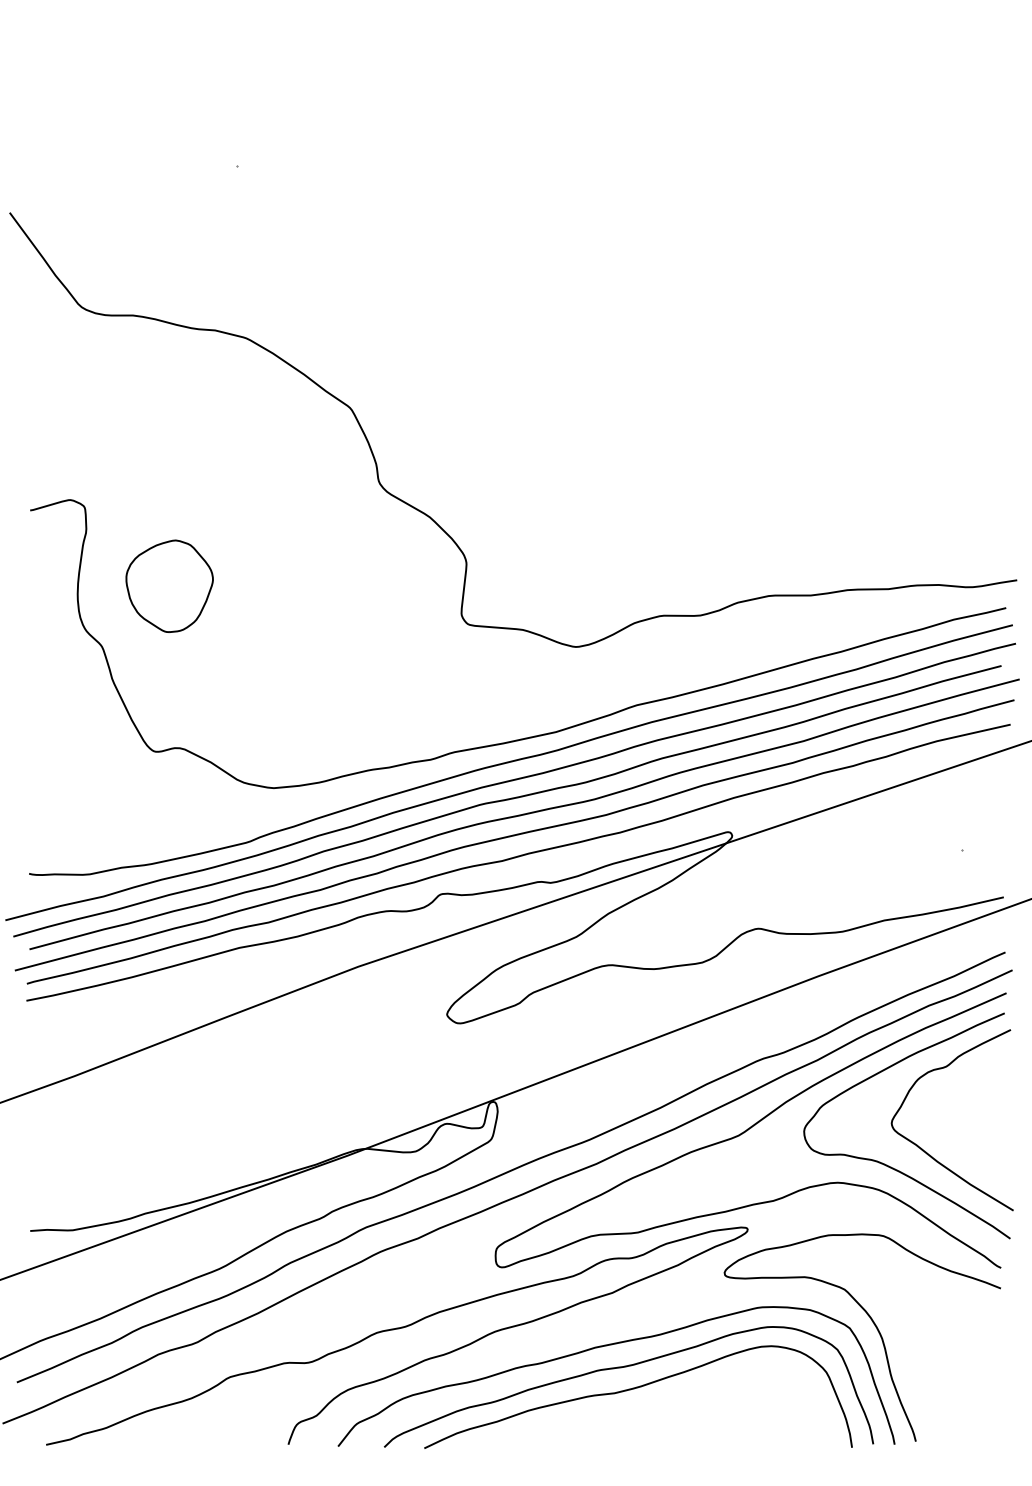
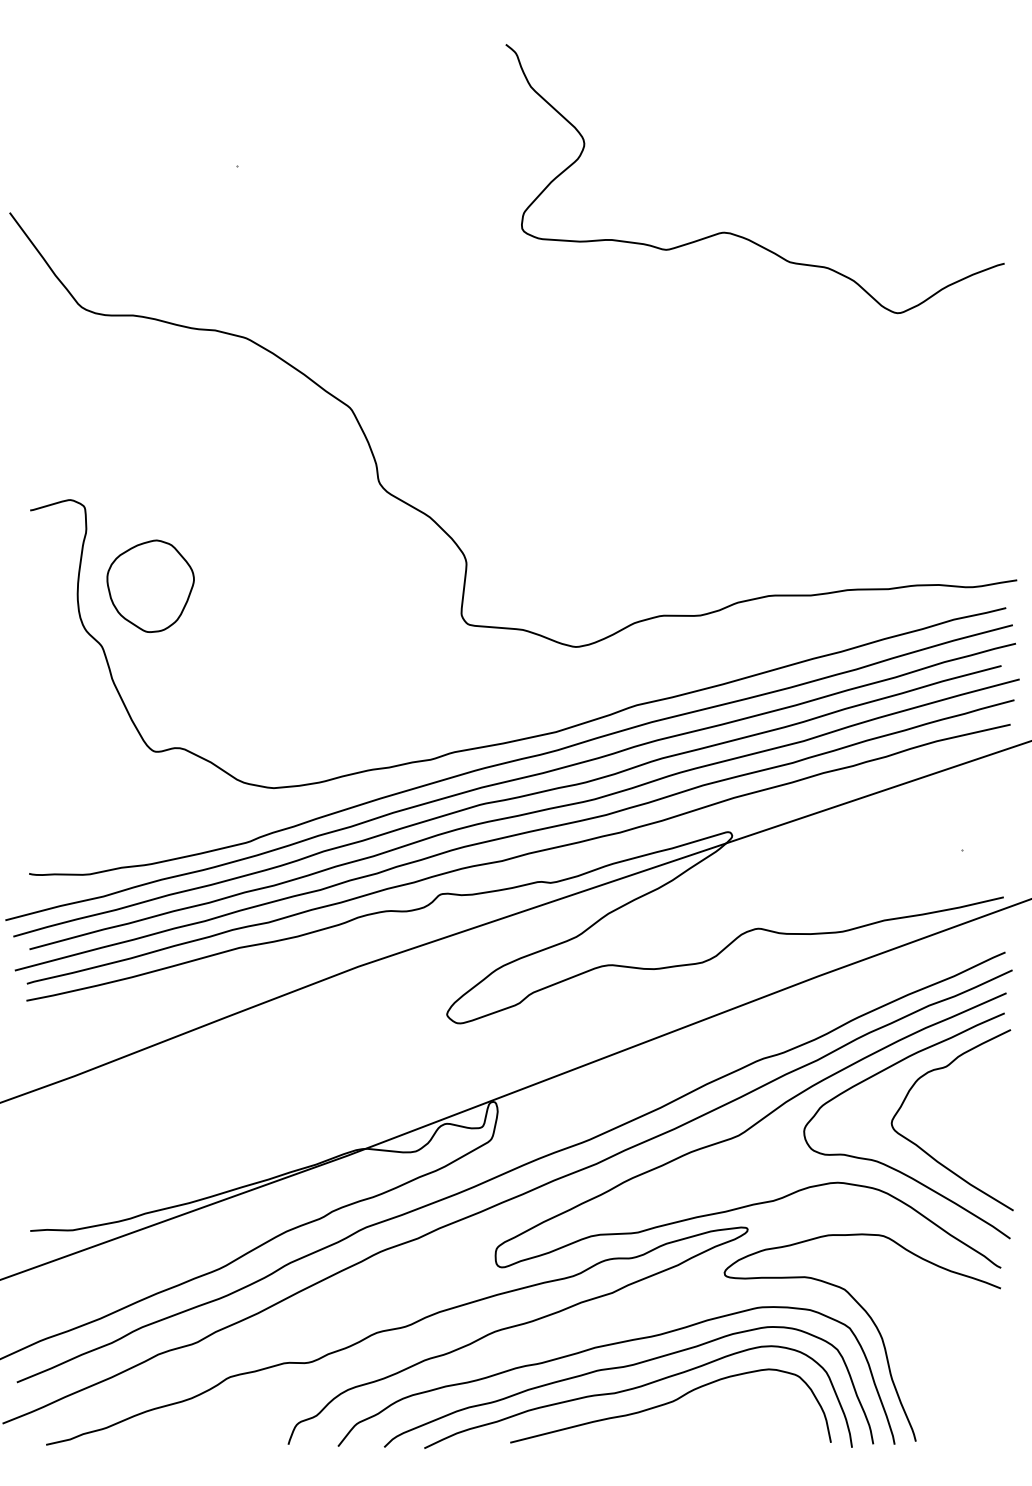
curve at (737, 234): none -> present
part at (169, 585) position: (169, 585) -> (150, 585)
curve at (670, 1403): none -> present
